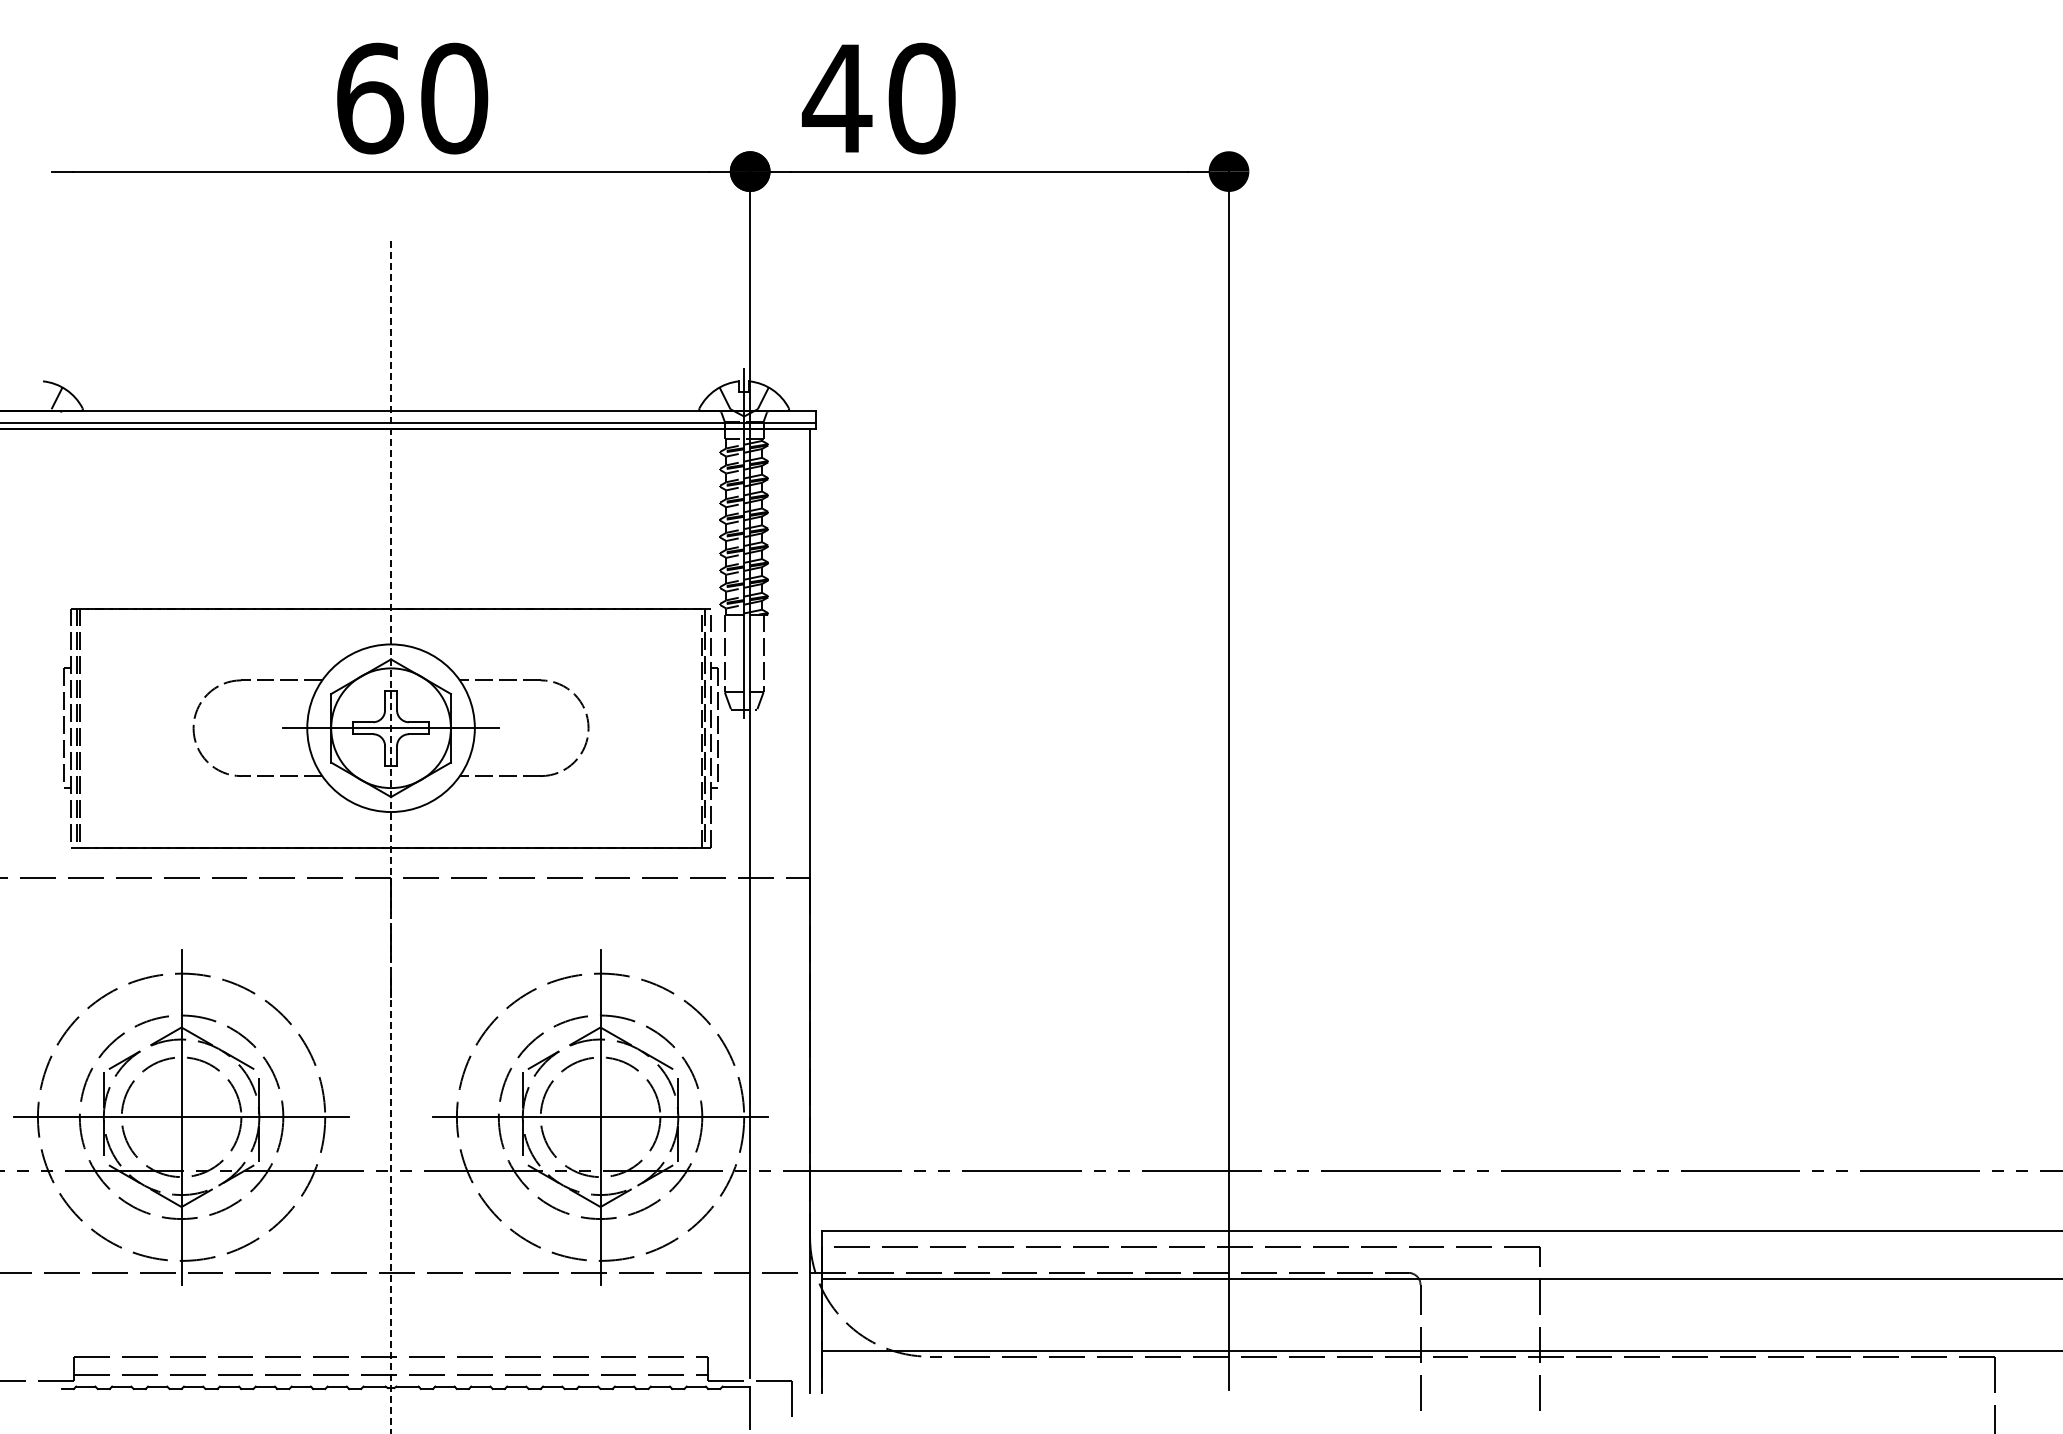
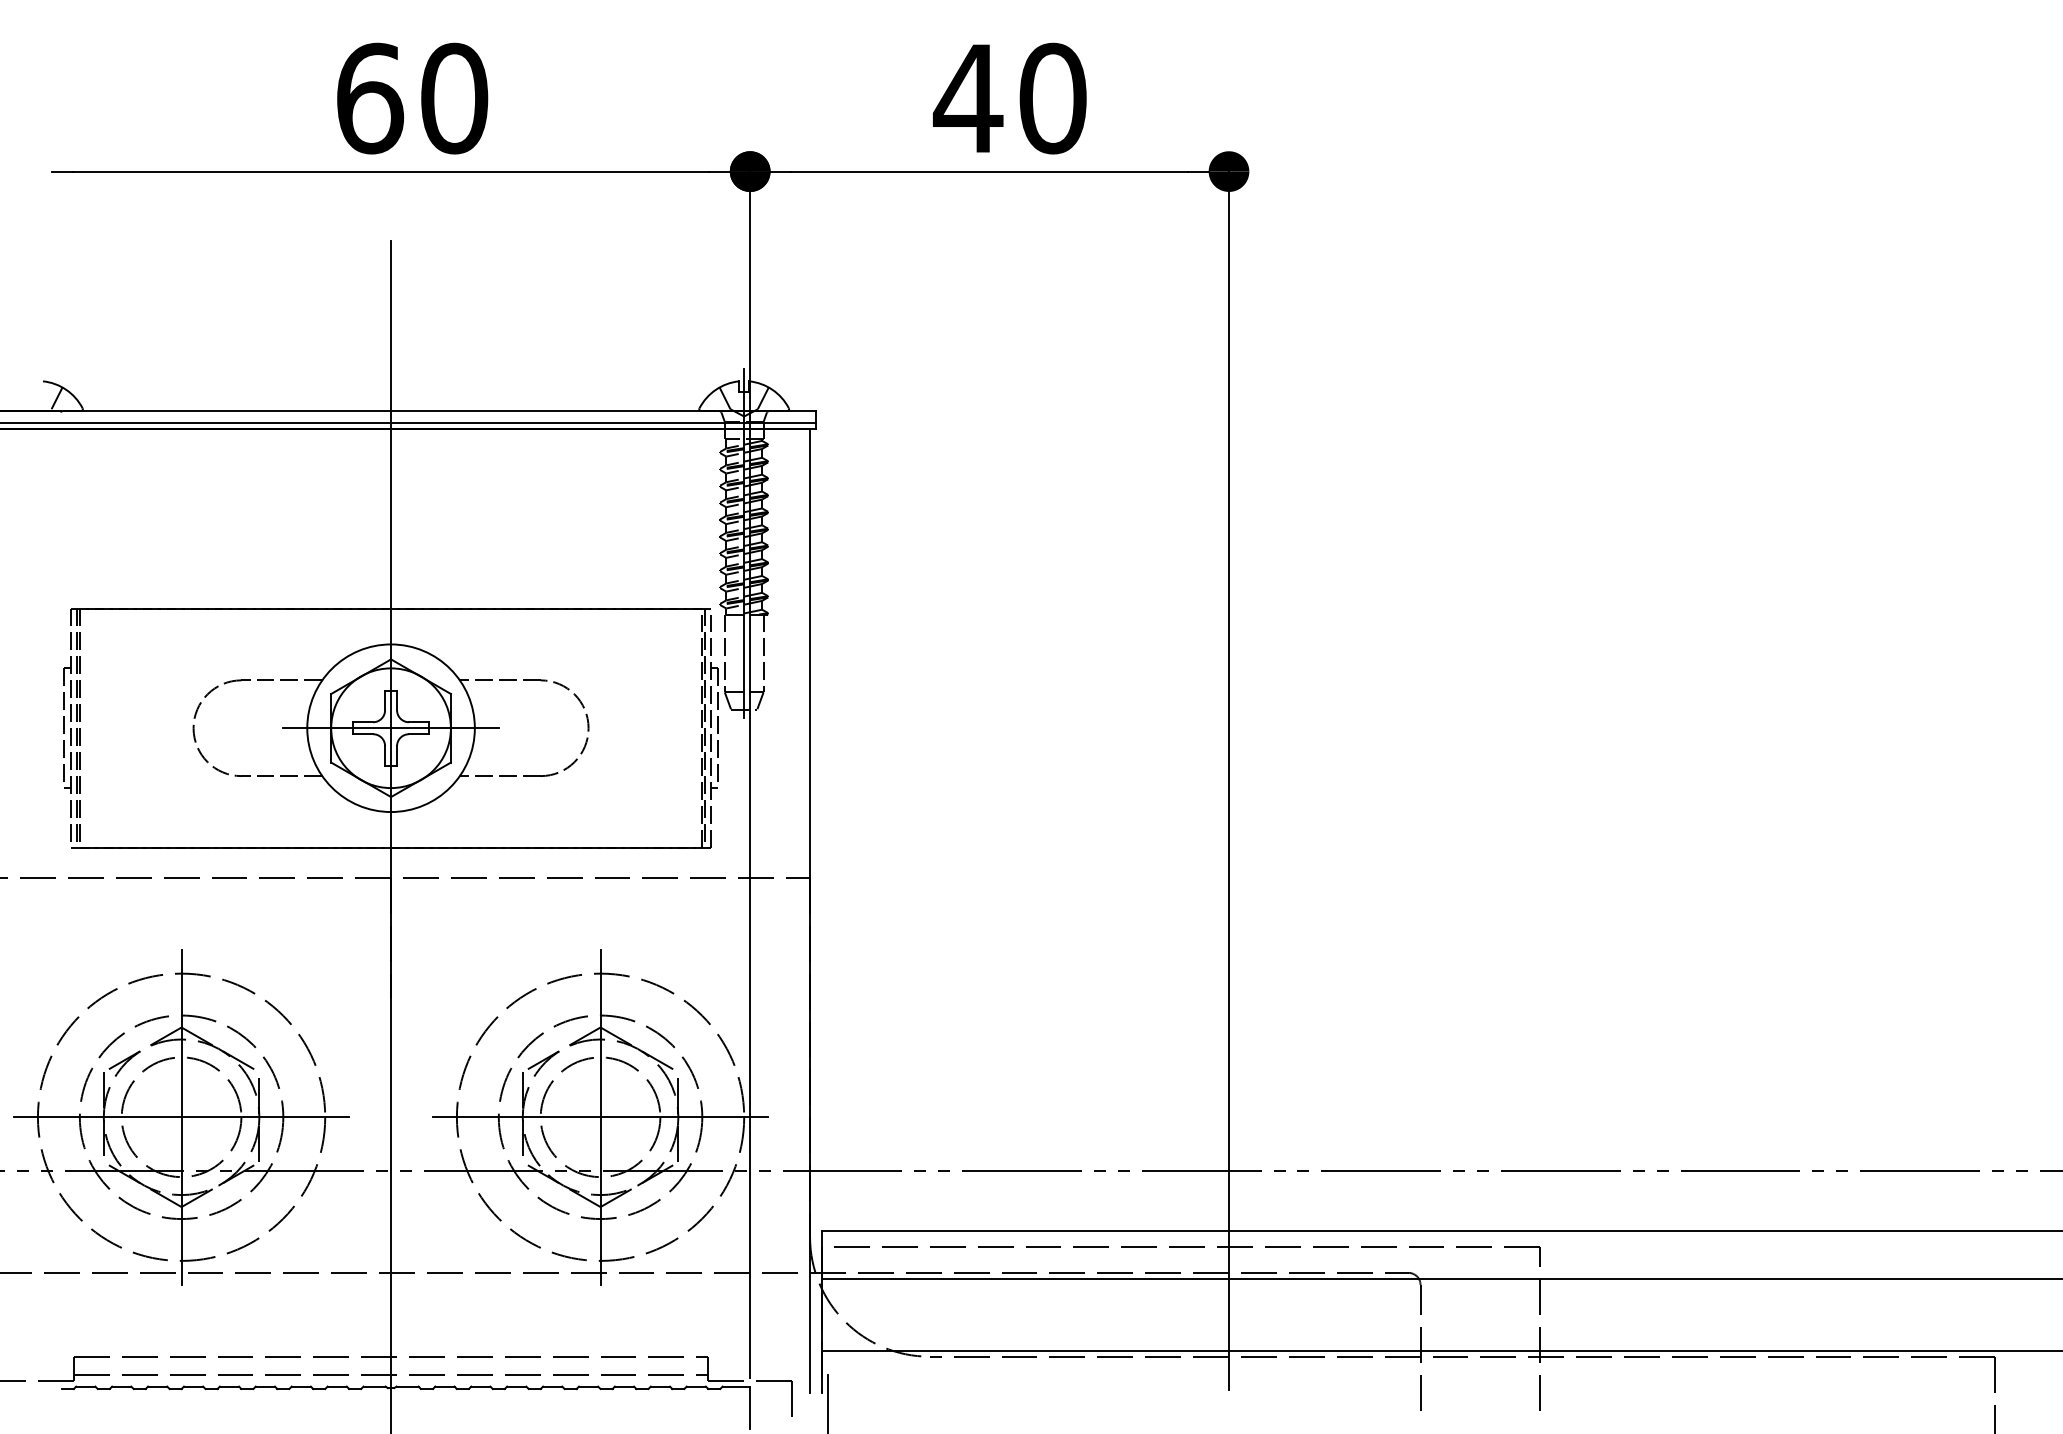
text at (878, 98) position: (878, 98) -> (1009, 98)
line at (391, 837): dashed -> solid
line at (828, 1402): none -> present
